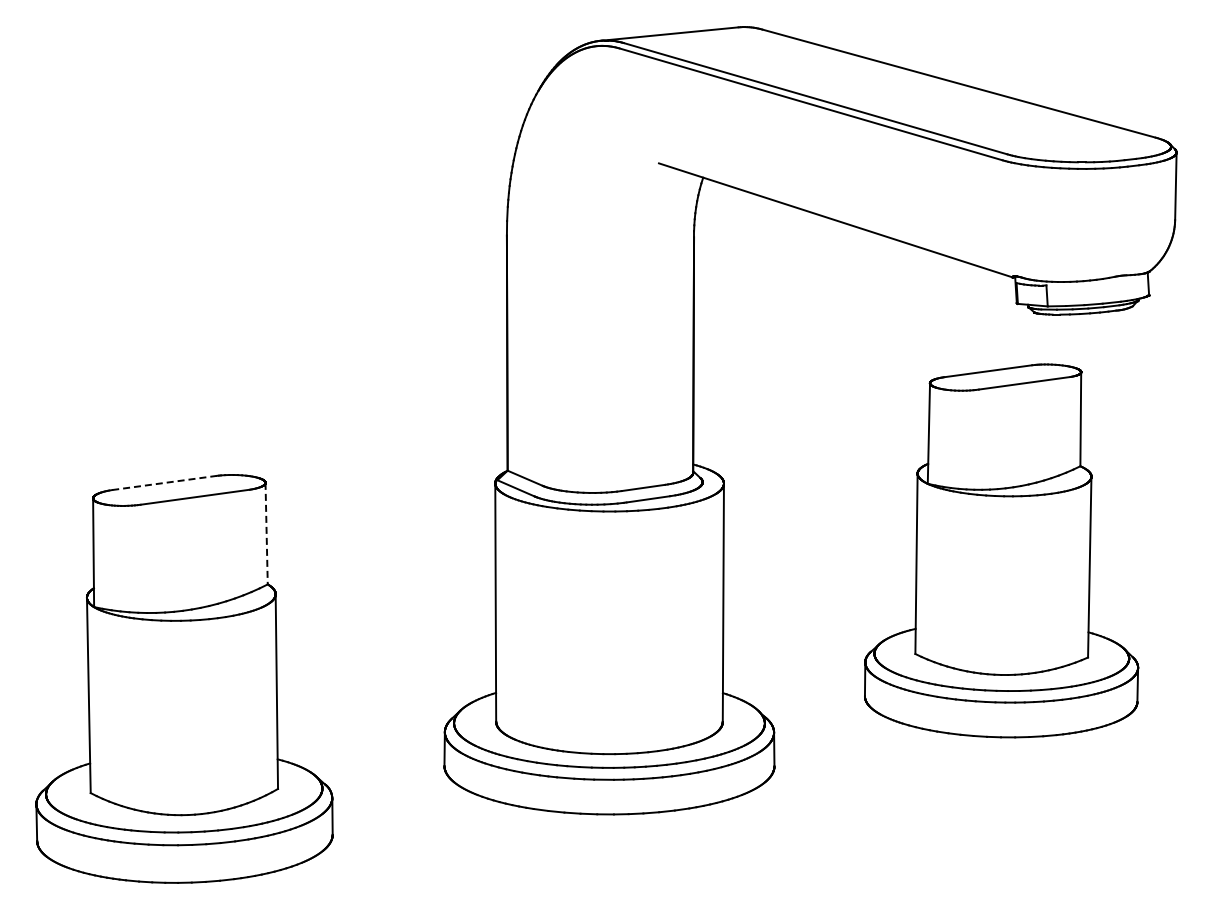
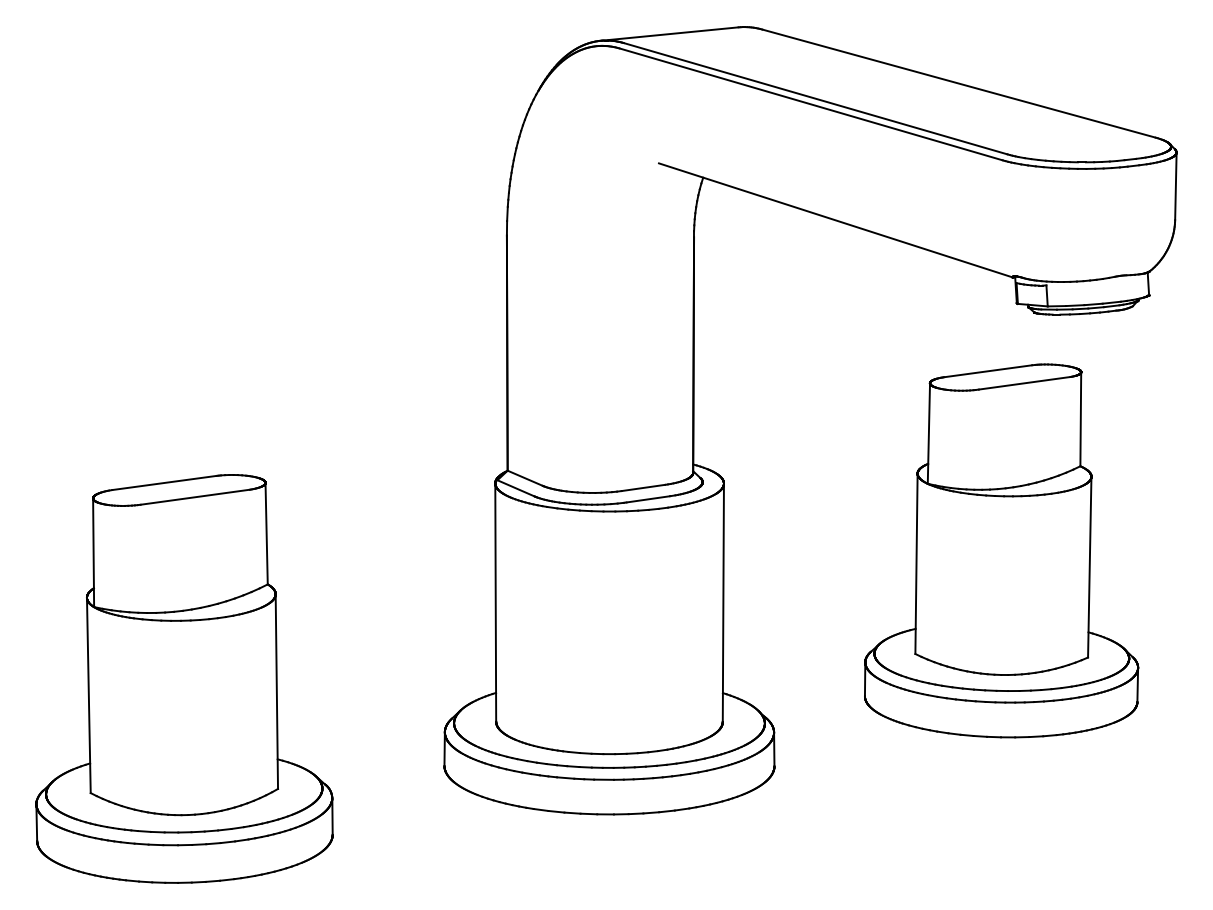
line at (164, 482): dashed -> solid
line at (266, 533): dashed -> solid
